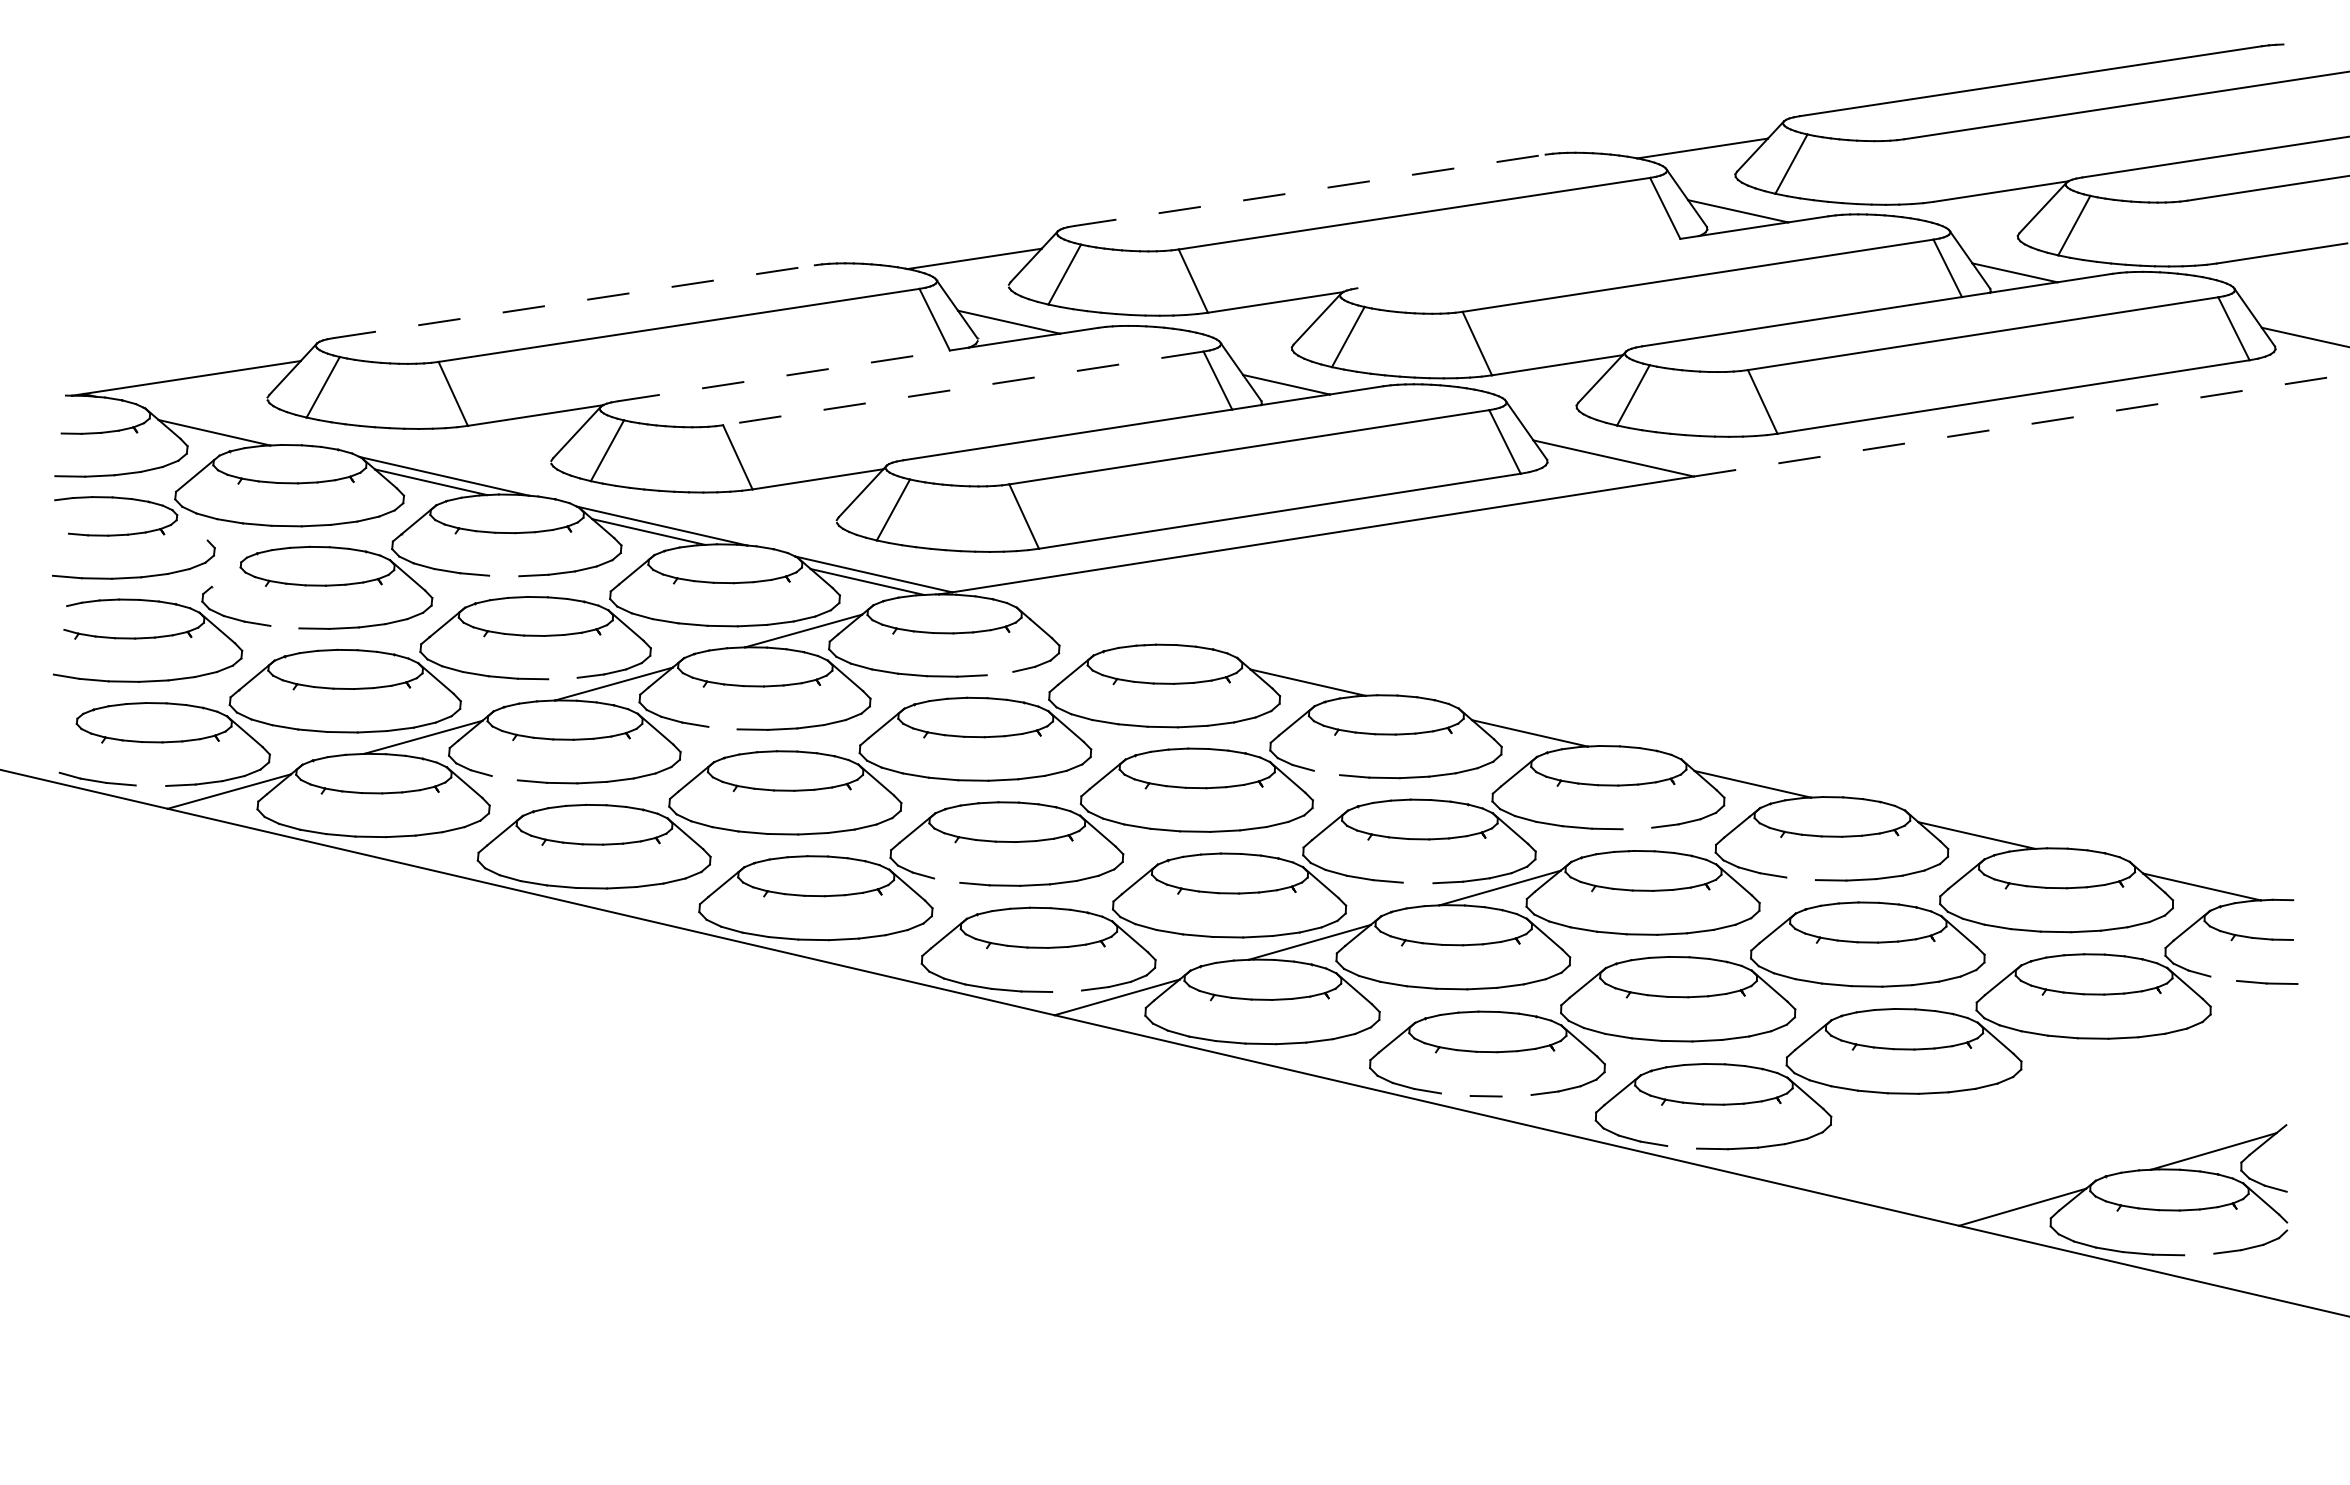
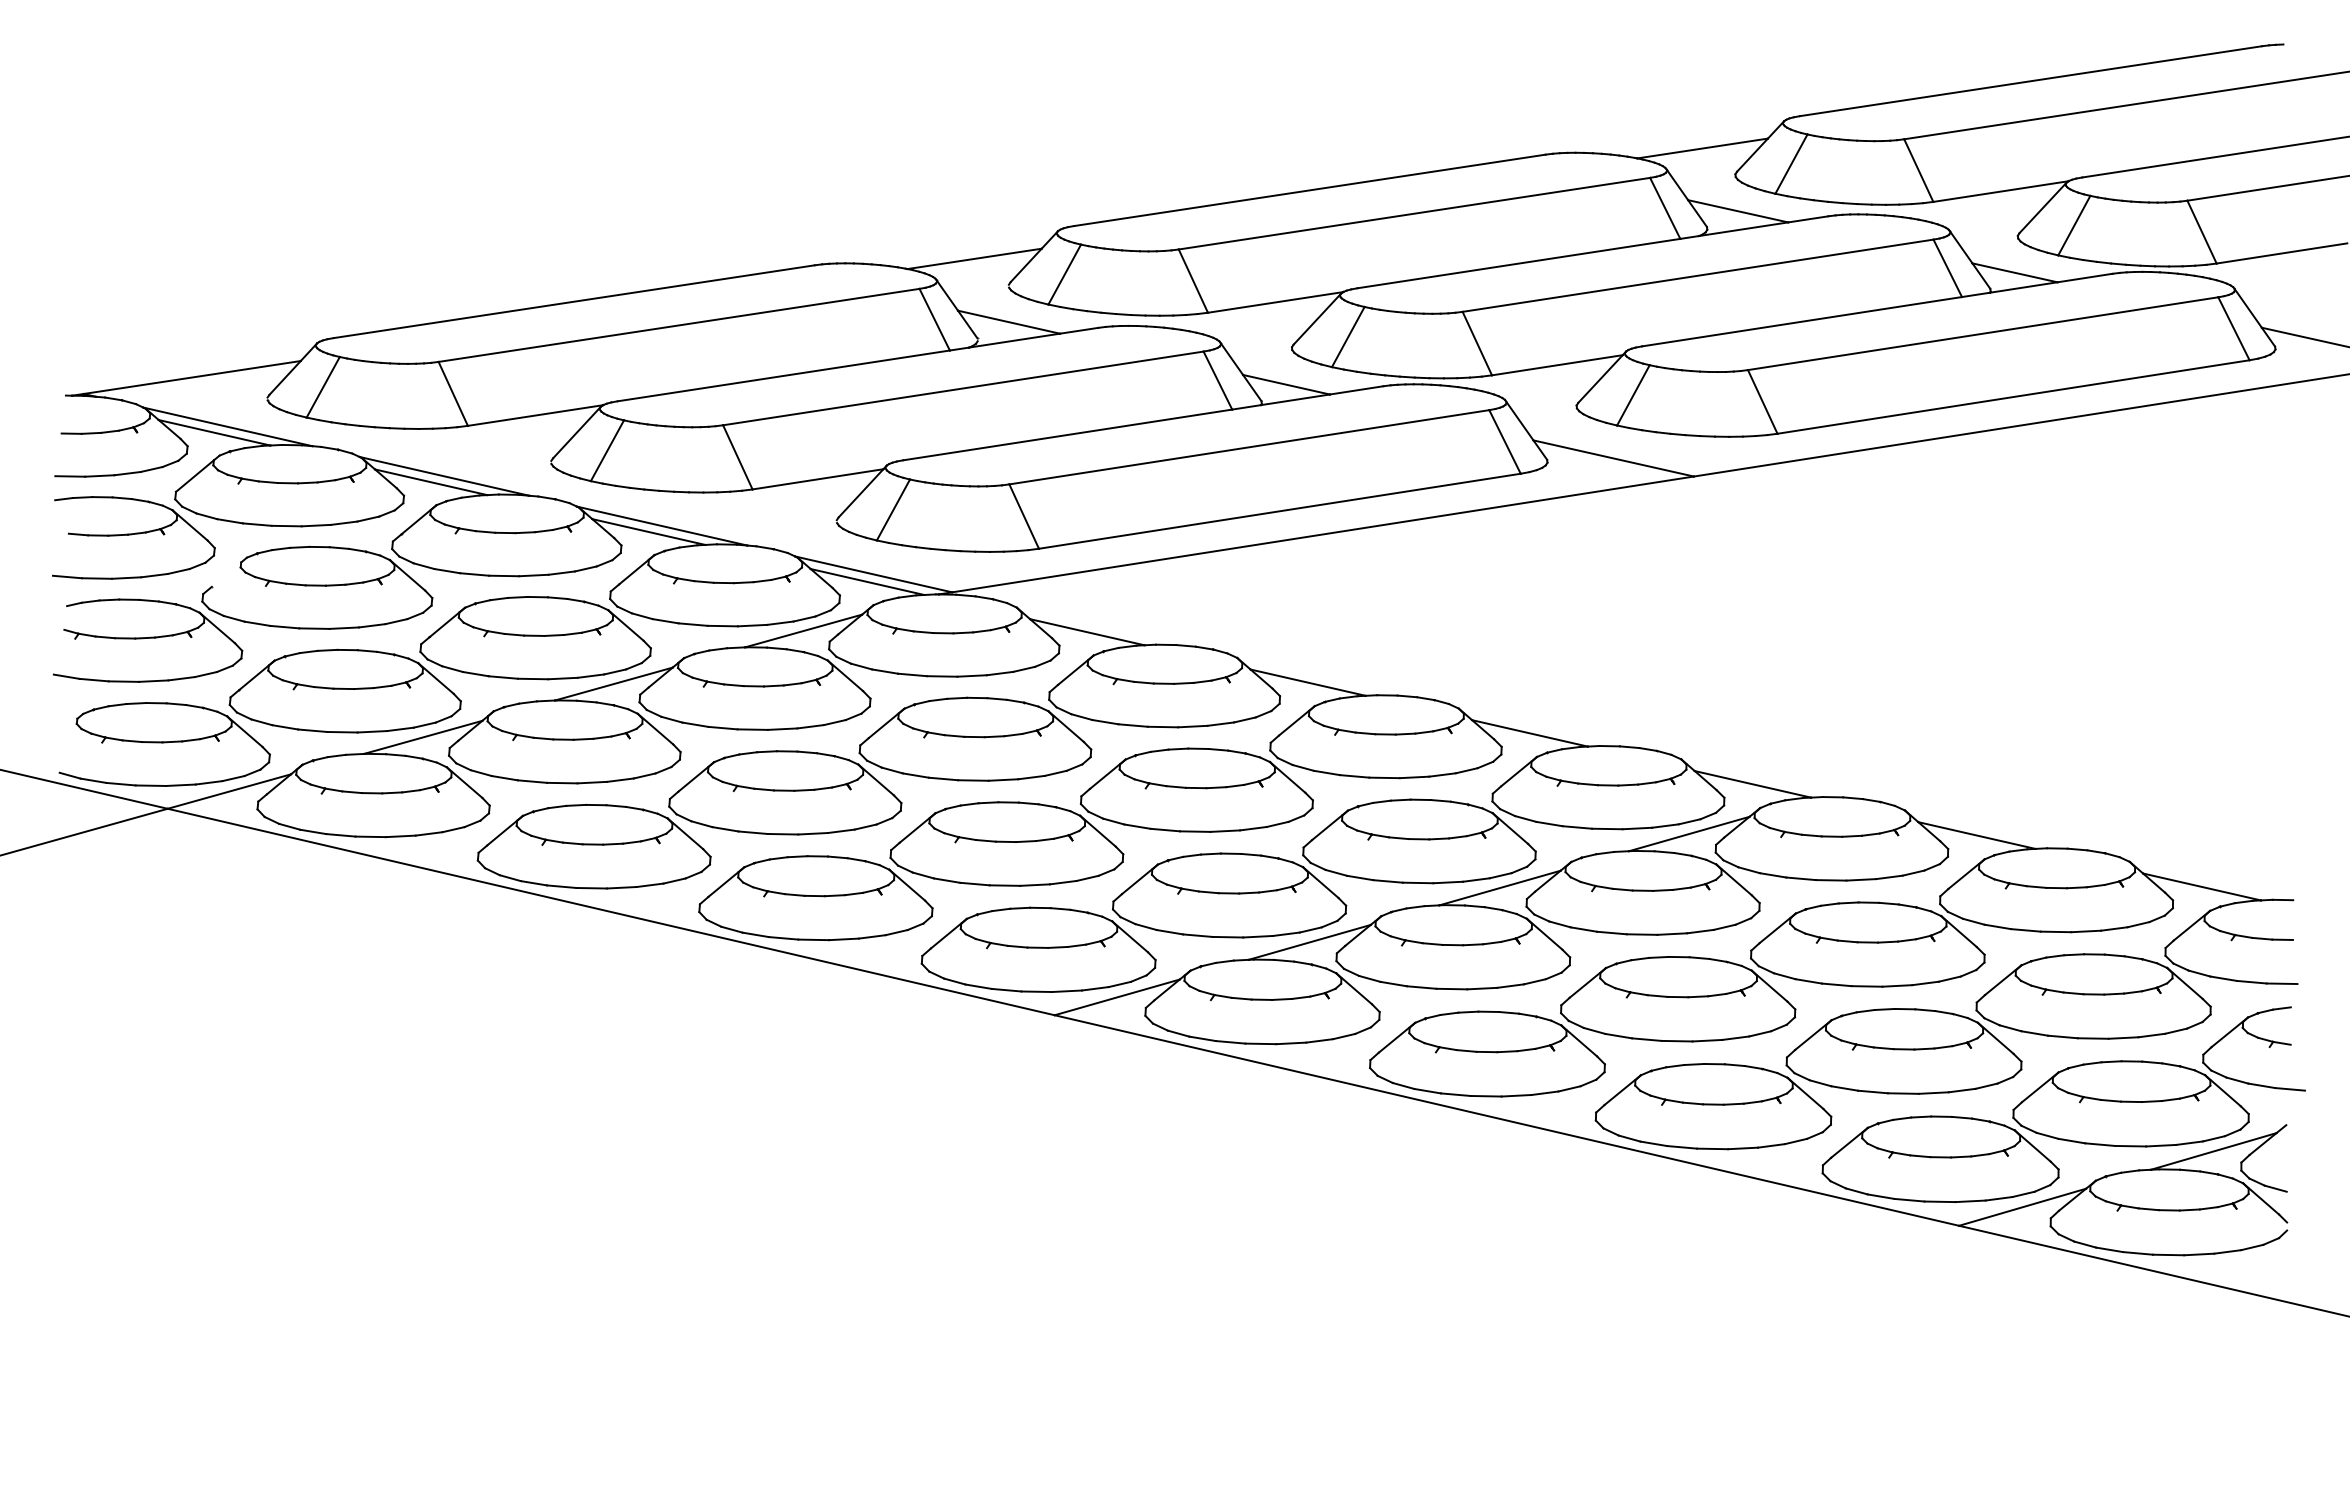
line at (1918, 170): none -> present
line at (1310, 190): dashed -> solid
line at (2201, 231): none -> present
line at (1518, 263): none -> present
line at (574, 301): dashed -> solid
line at (784, 375): dashed -> solid
line at (962, 388): dashed -> solid
line at (2021, 425): dashed -> solid
line at (227, 426): none -> present
line at (189, 525): none -> present
line at (504, 575): none -> present
line at (284, 626): none -> present
line at (1087, 632): none -> present
line at (999, 673): none -> present
line at (562, 678): none -> present
line at (722, 727): none -> present
line at (1326, 772): none -> present
line at (504, 778): none -> present
line at (150, 785): none -> present
line at (1637, 828): none -> present
line at (84, 831): none -> present
line at (1689, 833): none -> present
line at (1800, 878): none -> present
line at (947, 880): none -> present
line at (1417, 882): none -> present
line at (2223, 978): none -> present
line at (1066, 991): none -> present
line at (1455, 1094): none -> present
line at (1516, 1095): none -> present
part at (2063, 1104): none -> present
line at (1682, 1147): none -> present
line at (2199, 1254): none -> present
